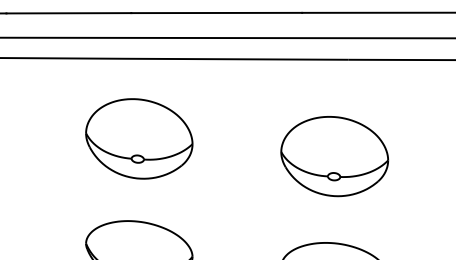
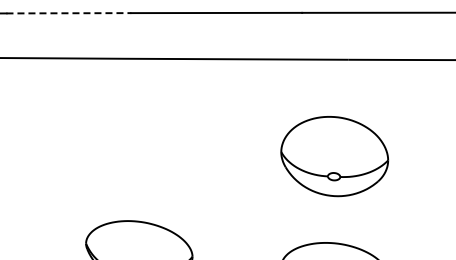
line at (69, 13): solid -> dashed
line at (227, 37): present -> none
part at (139, 138): present -> none
